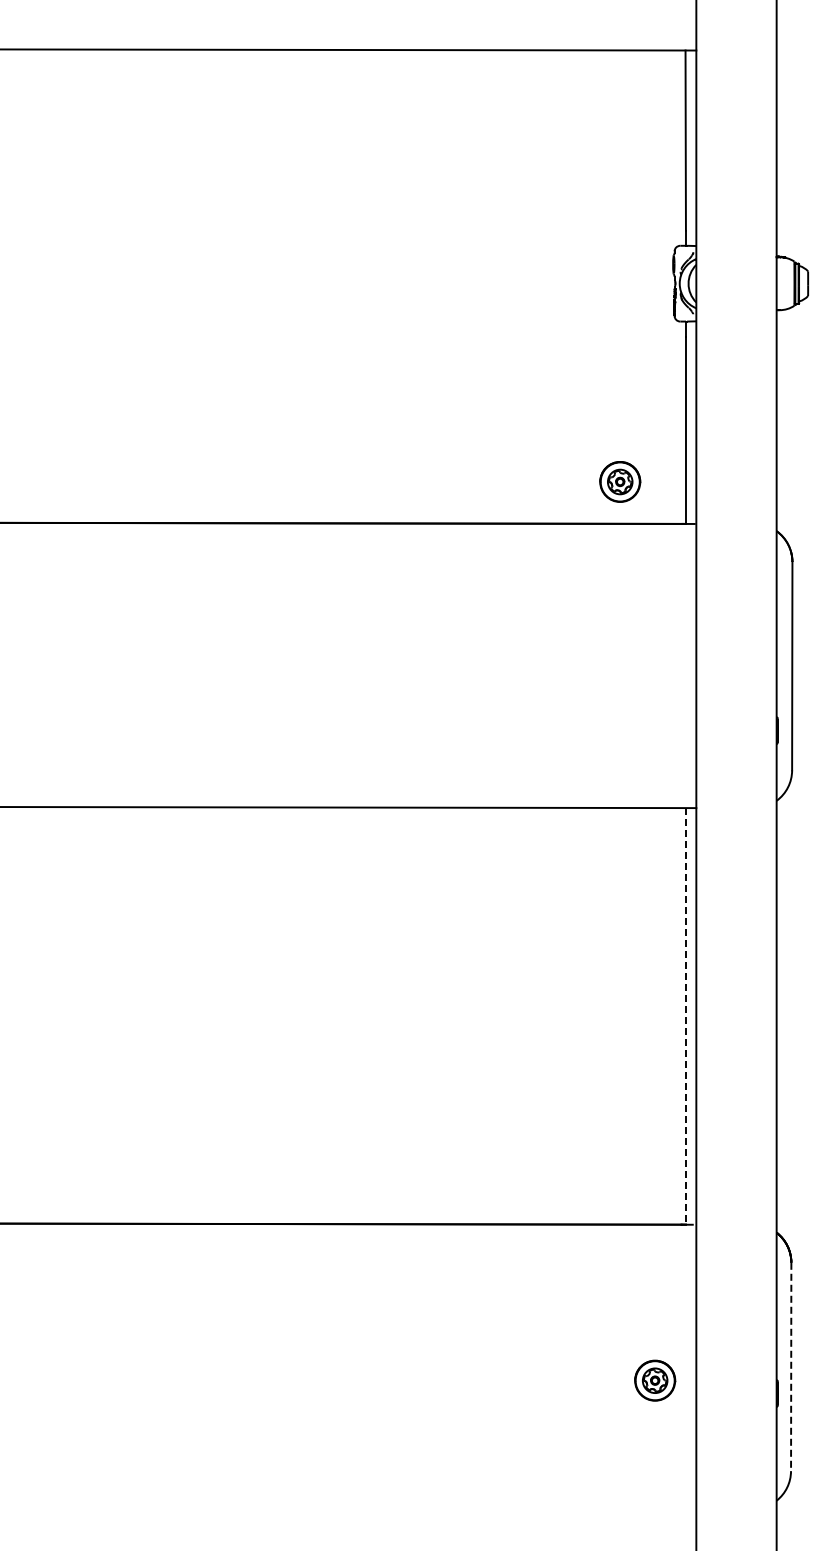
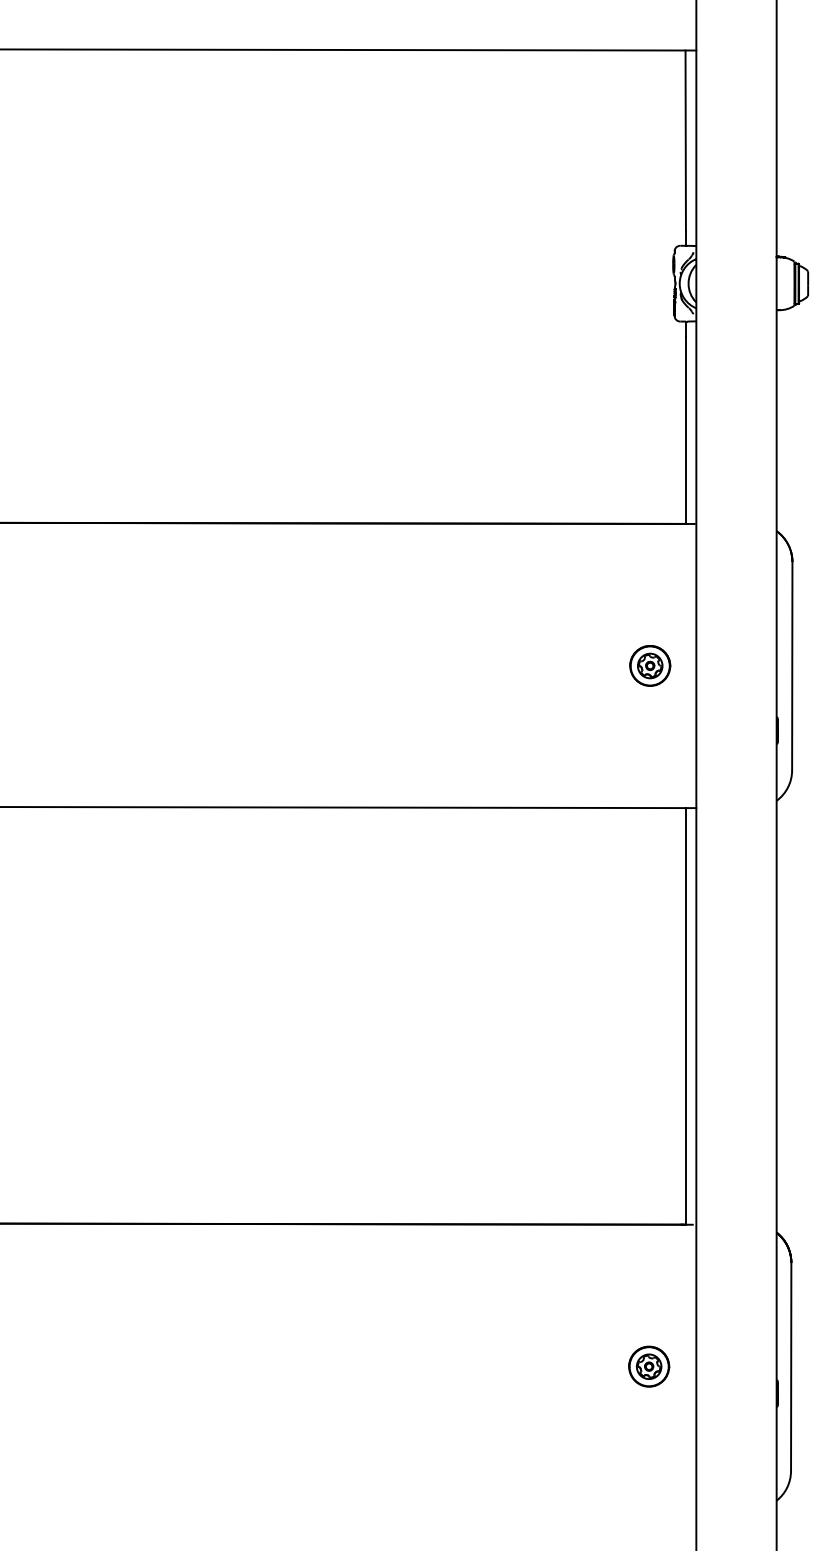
part at (620, 481) position: (620, 481) -> (650, 665)
line at (685, 1016): dashed -> solid
line at (791, 1367): dashed -> solid
part at (655, 1380) position: (655, 1380) -> (649, 1366)
